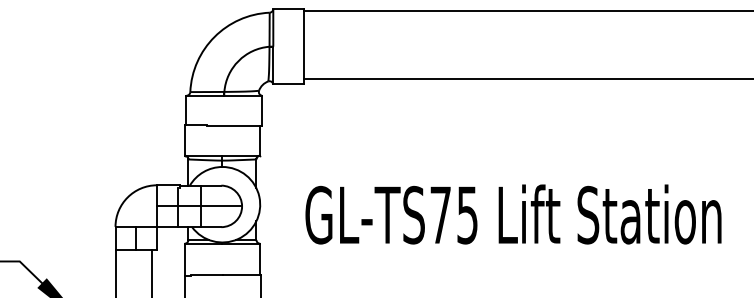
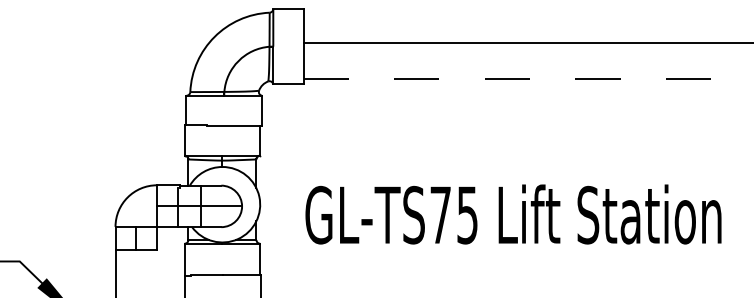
line at (526, 11) position: (526, 11) -> (526, 43)
line at (529, 79): solid -> dashed
line at (151, 271): present -> none
